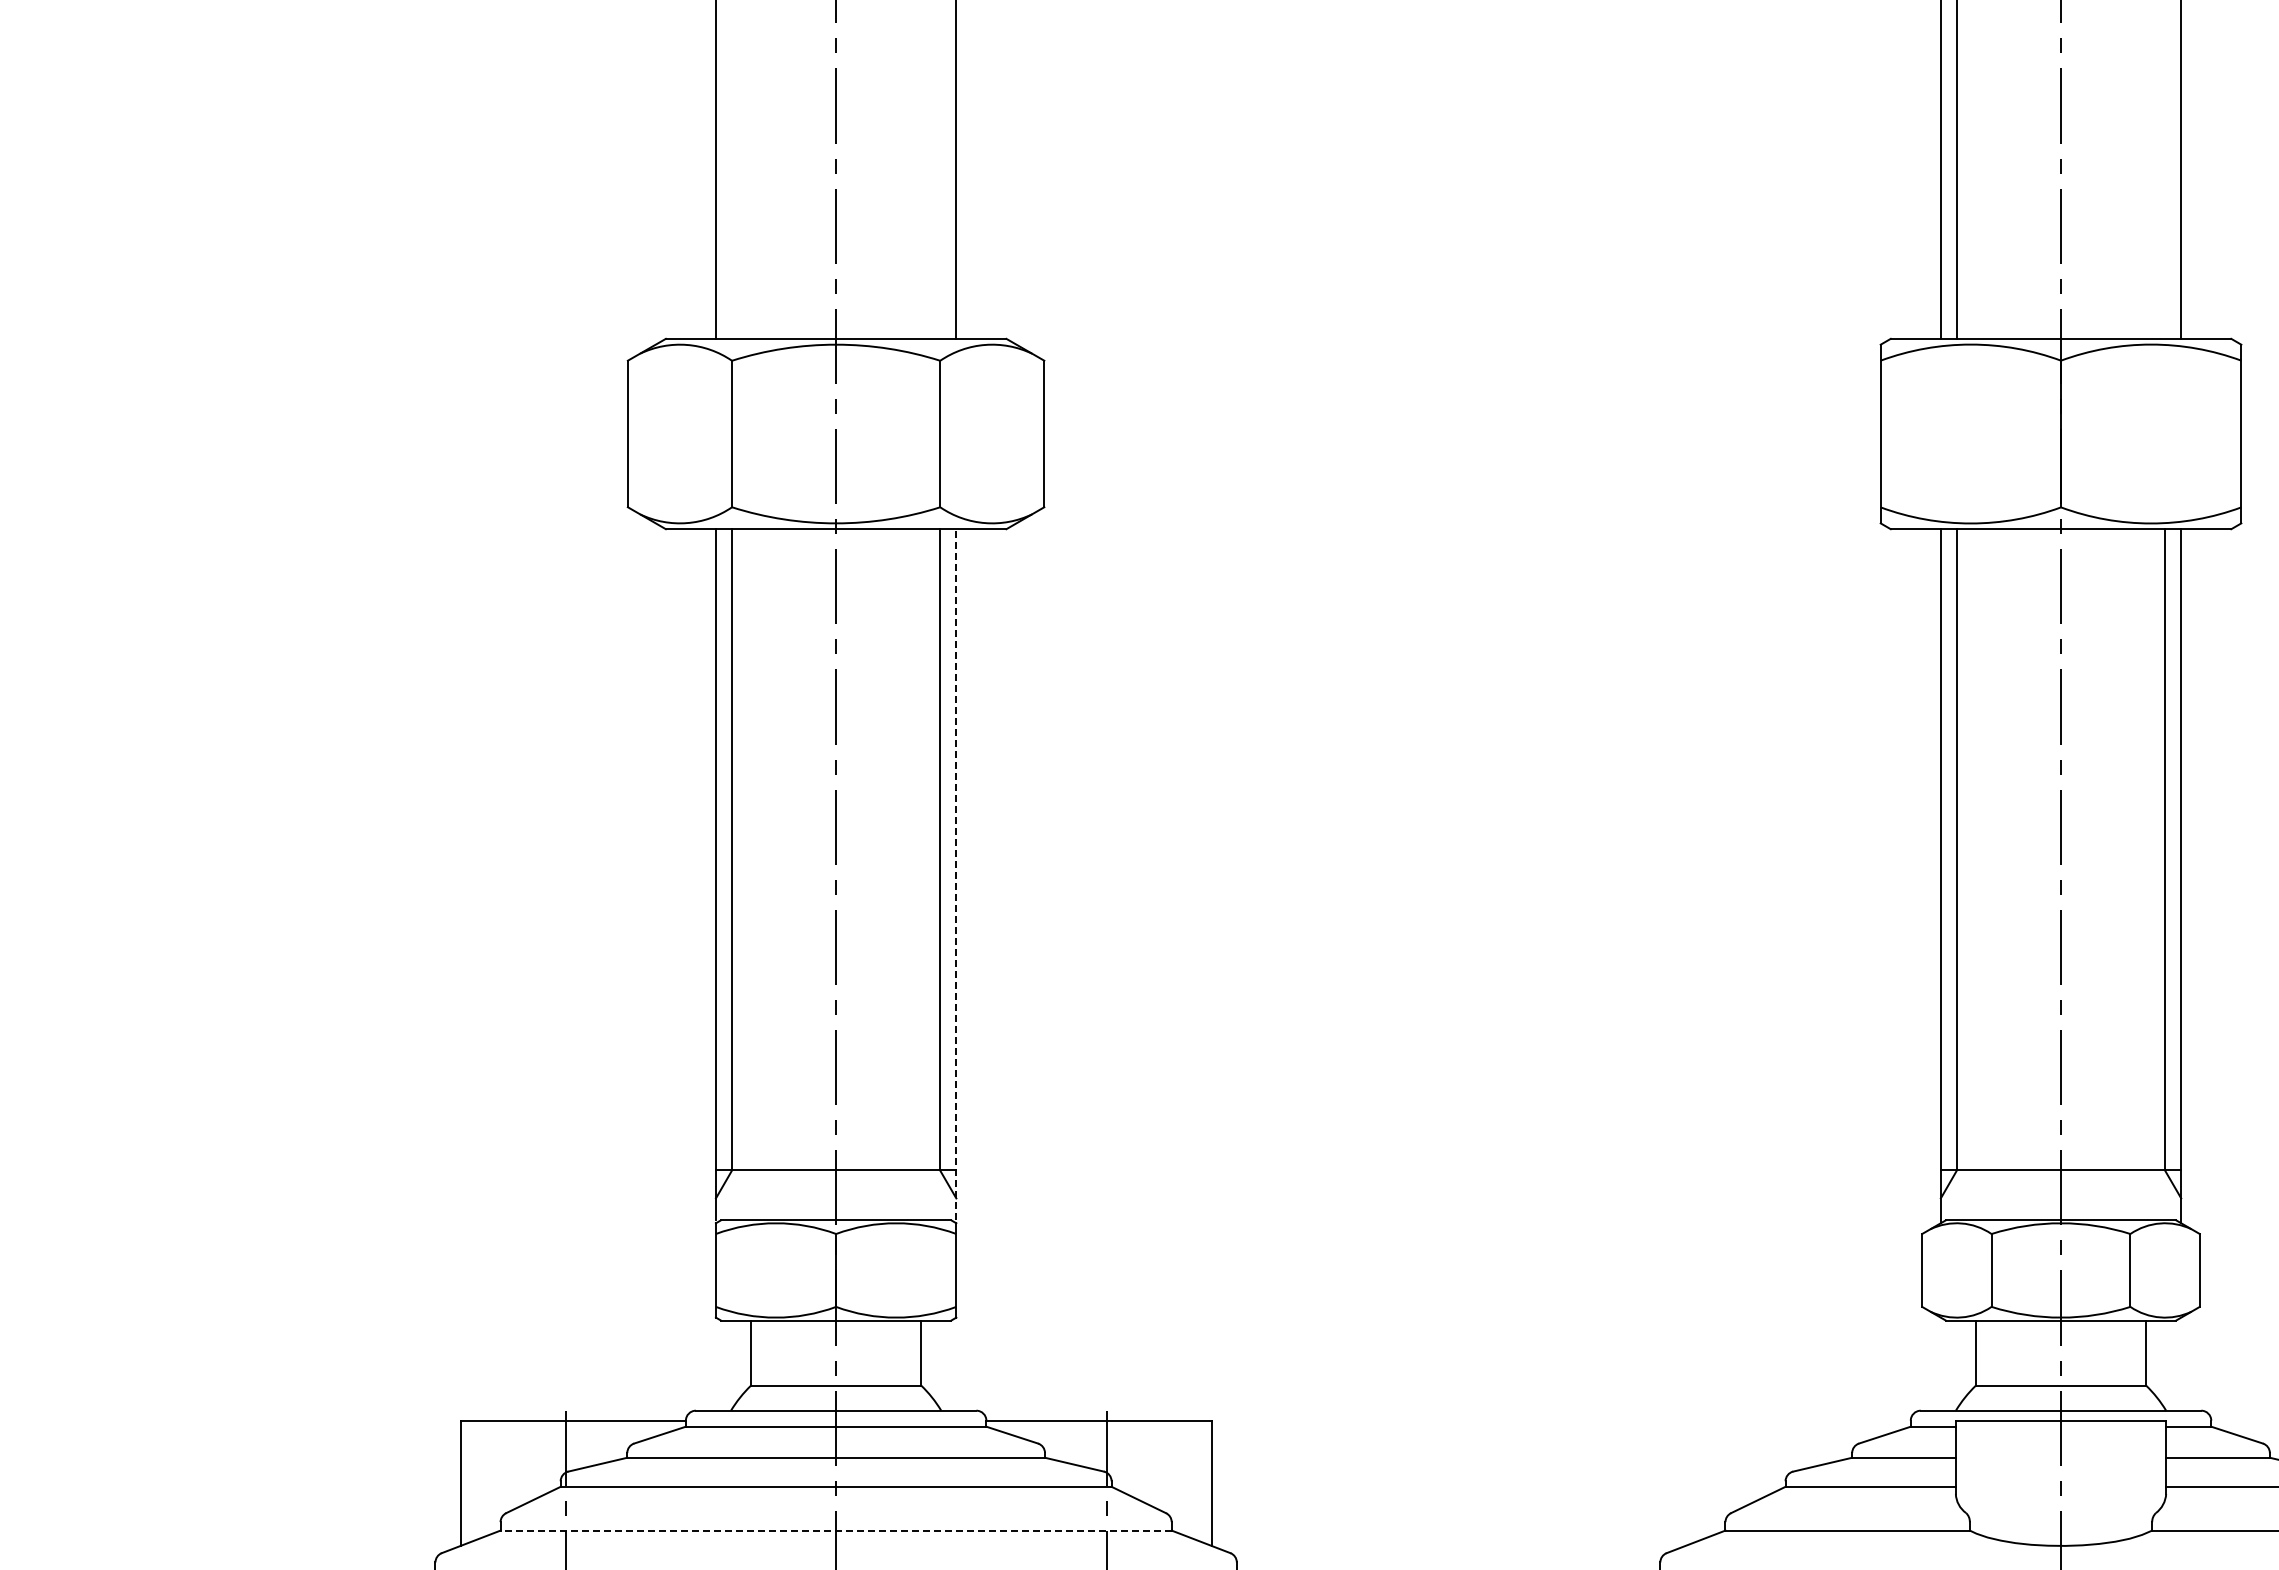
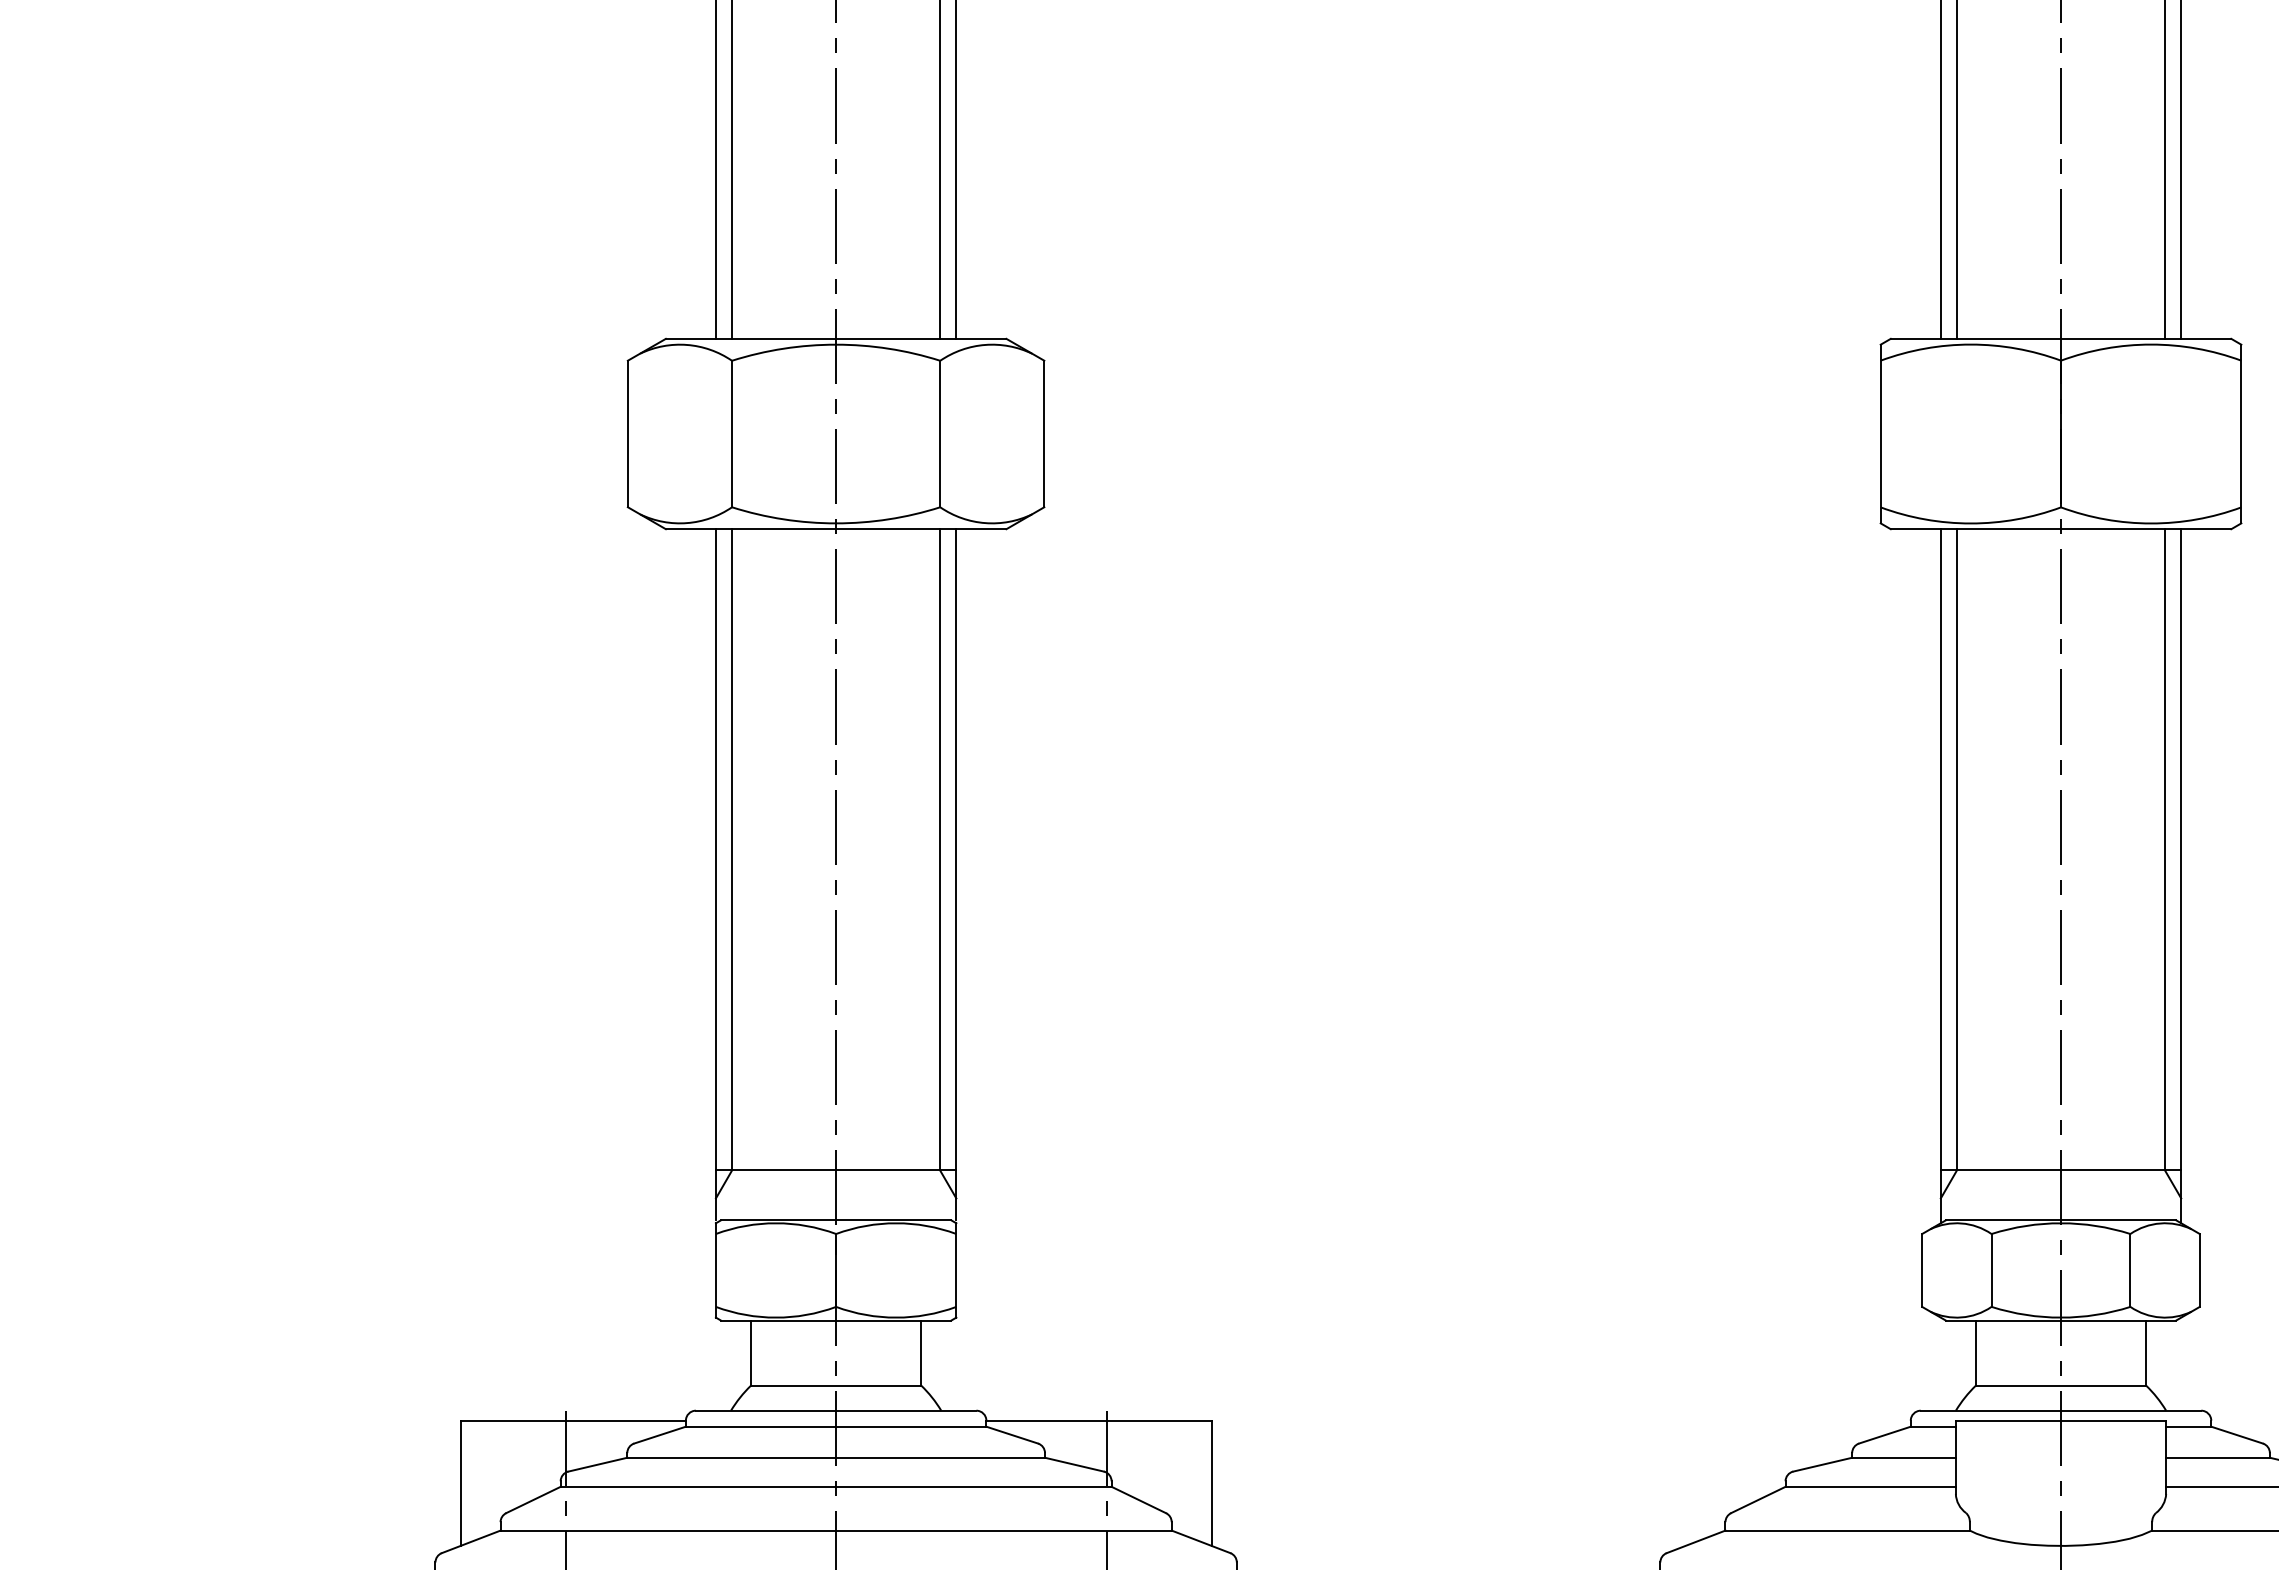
line at (732, 170): none -> present
line at (940, 170): none -> present
line at (2164, 170): none -> present
line at (956, 874): dashed -> solid
line at (836, 1530): dashed -> solid
